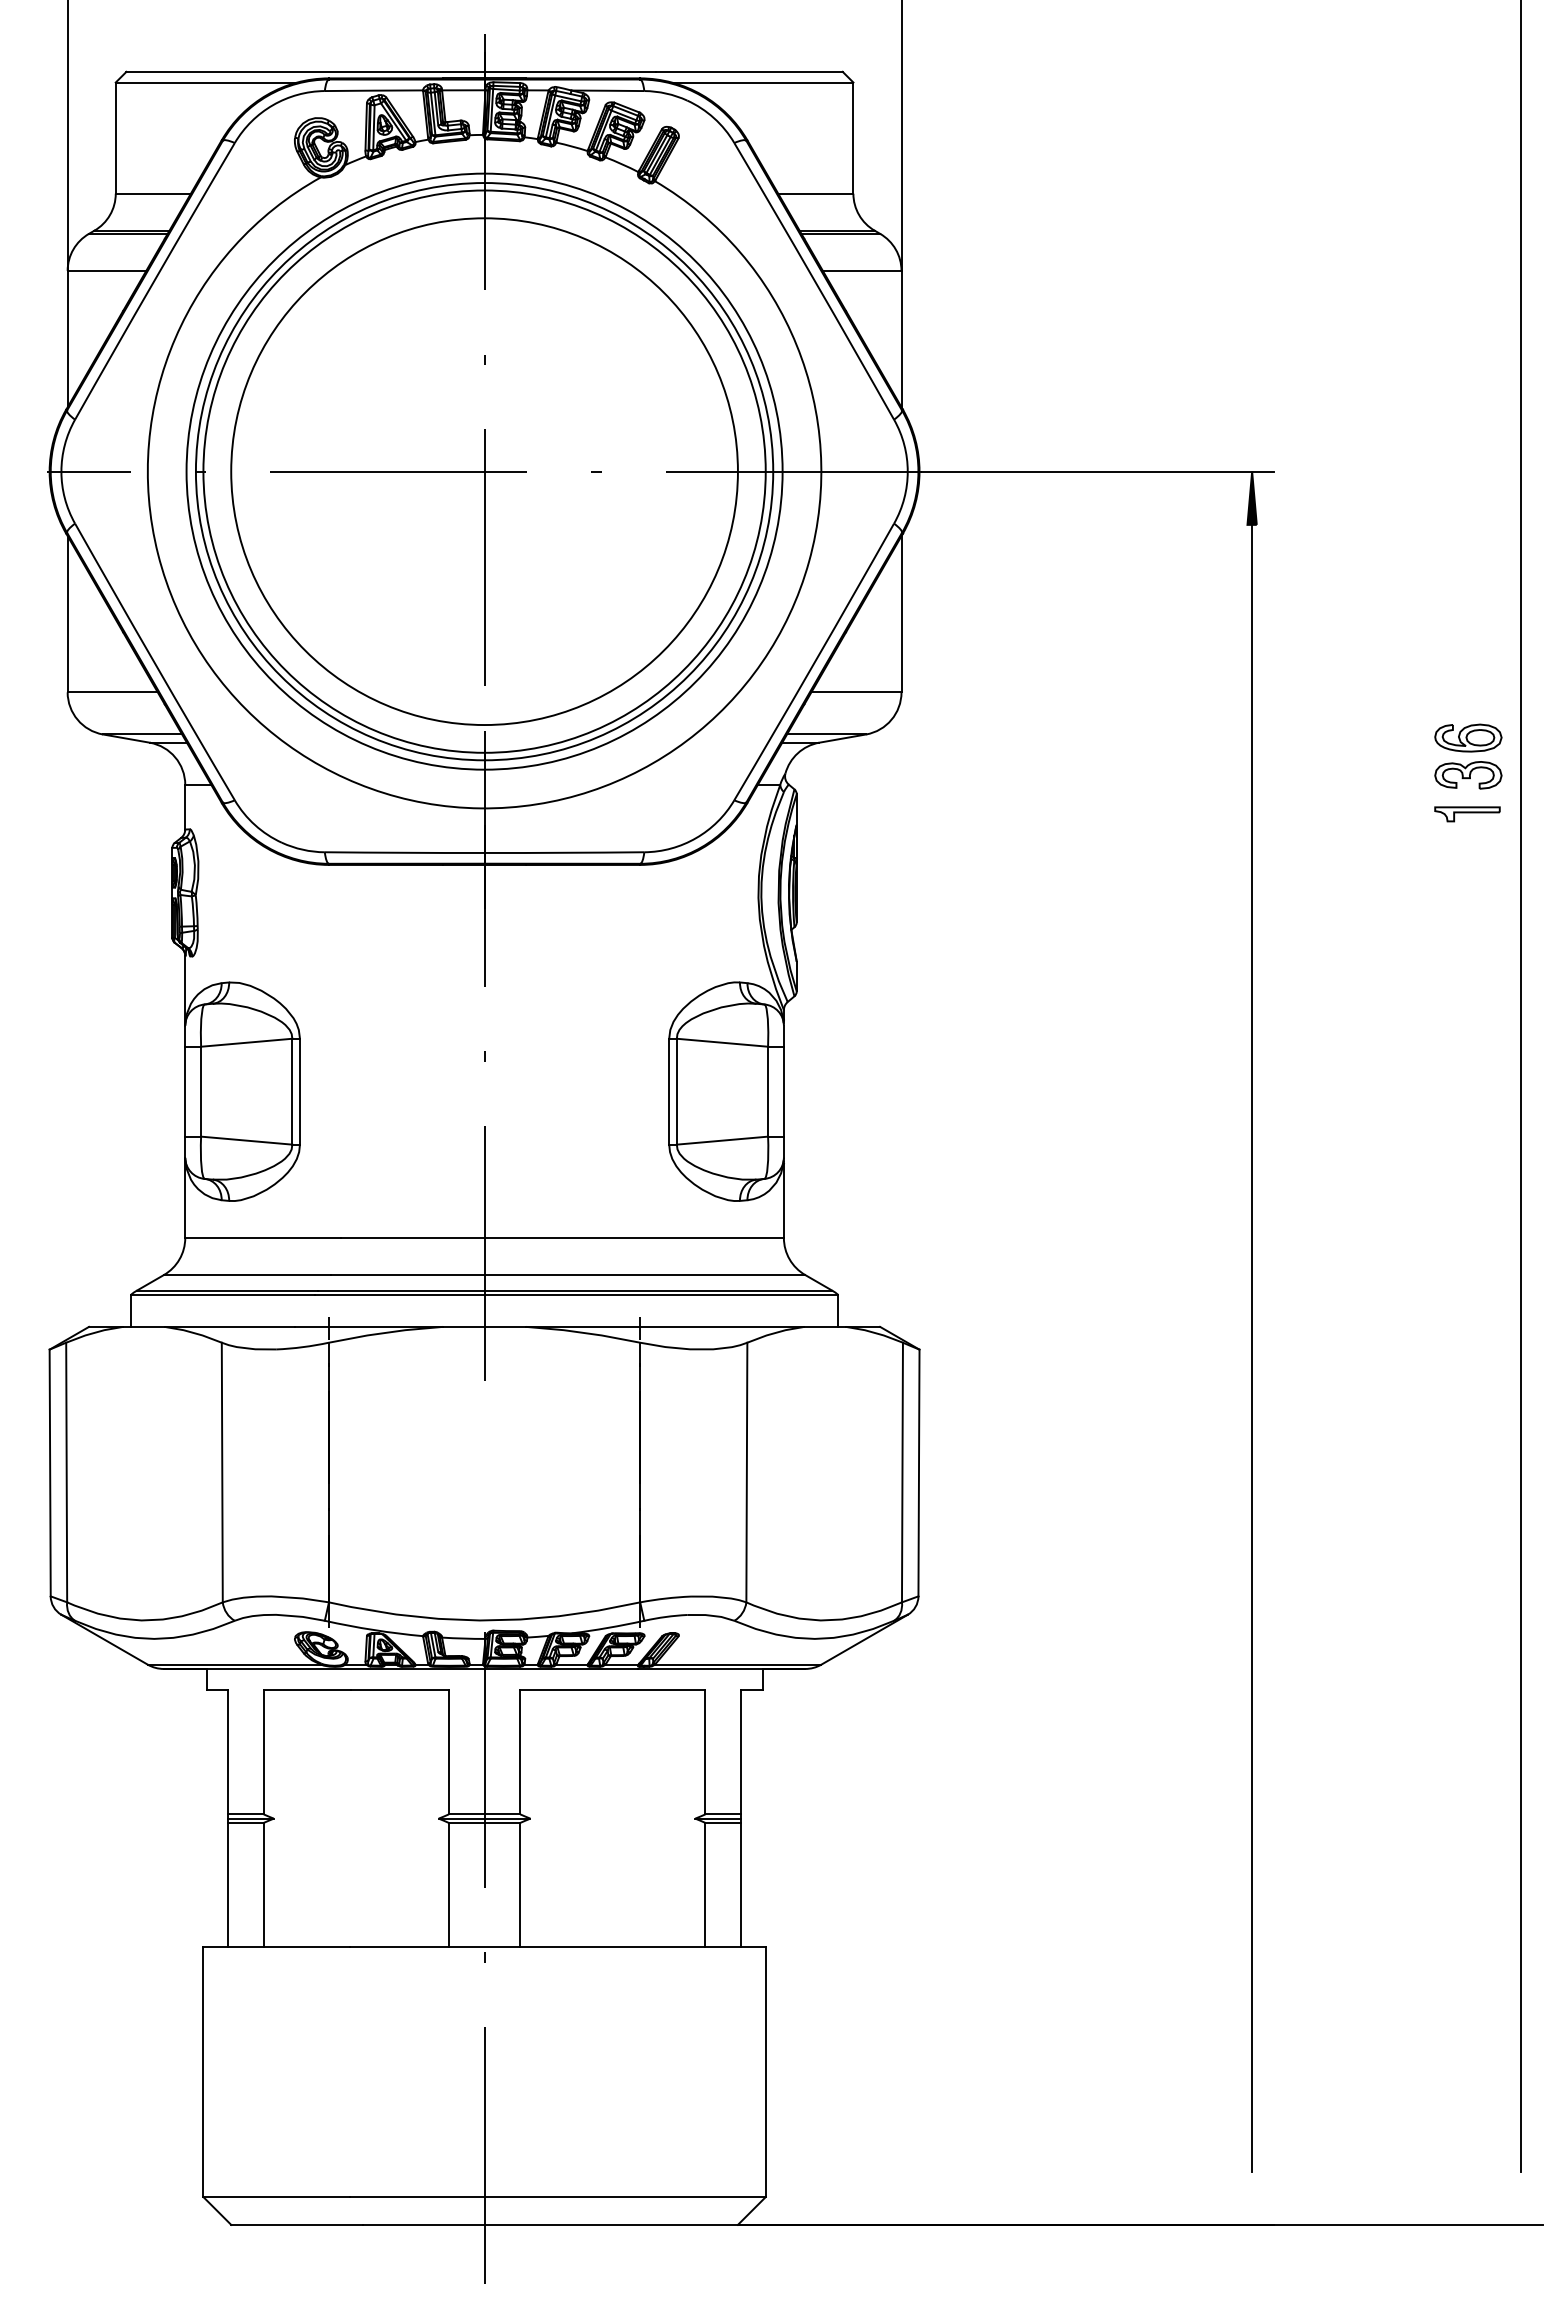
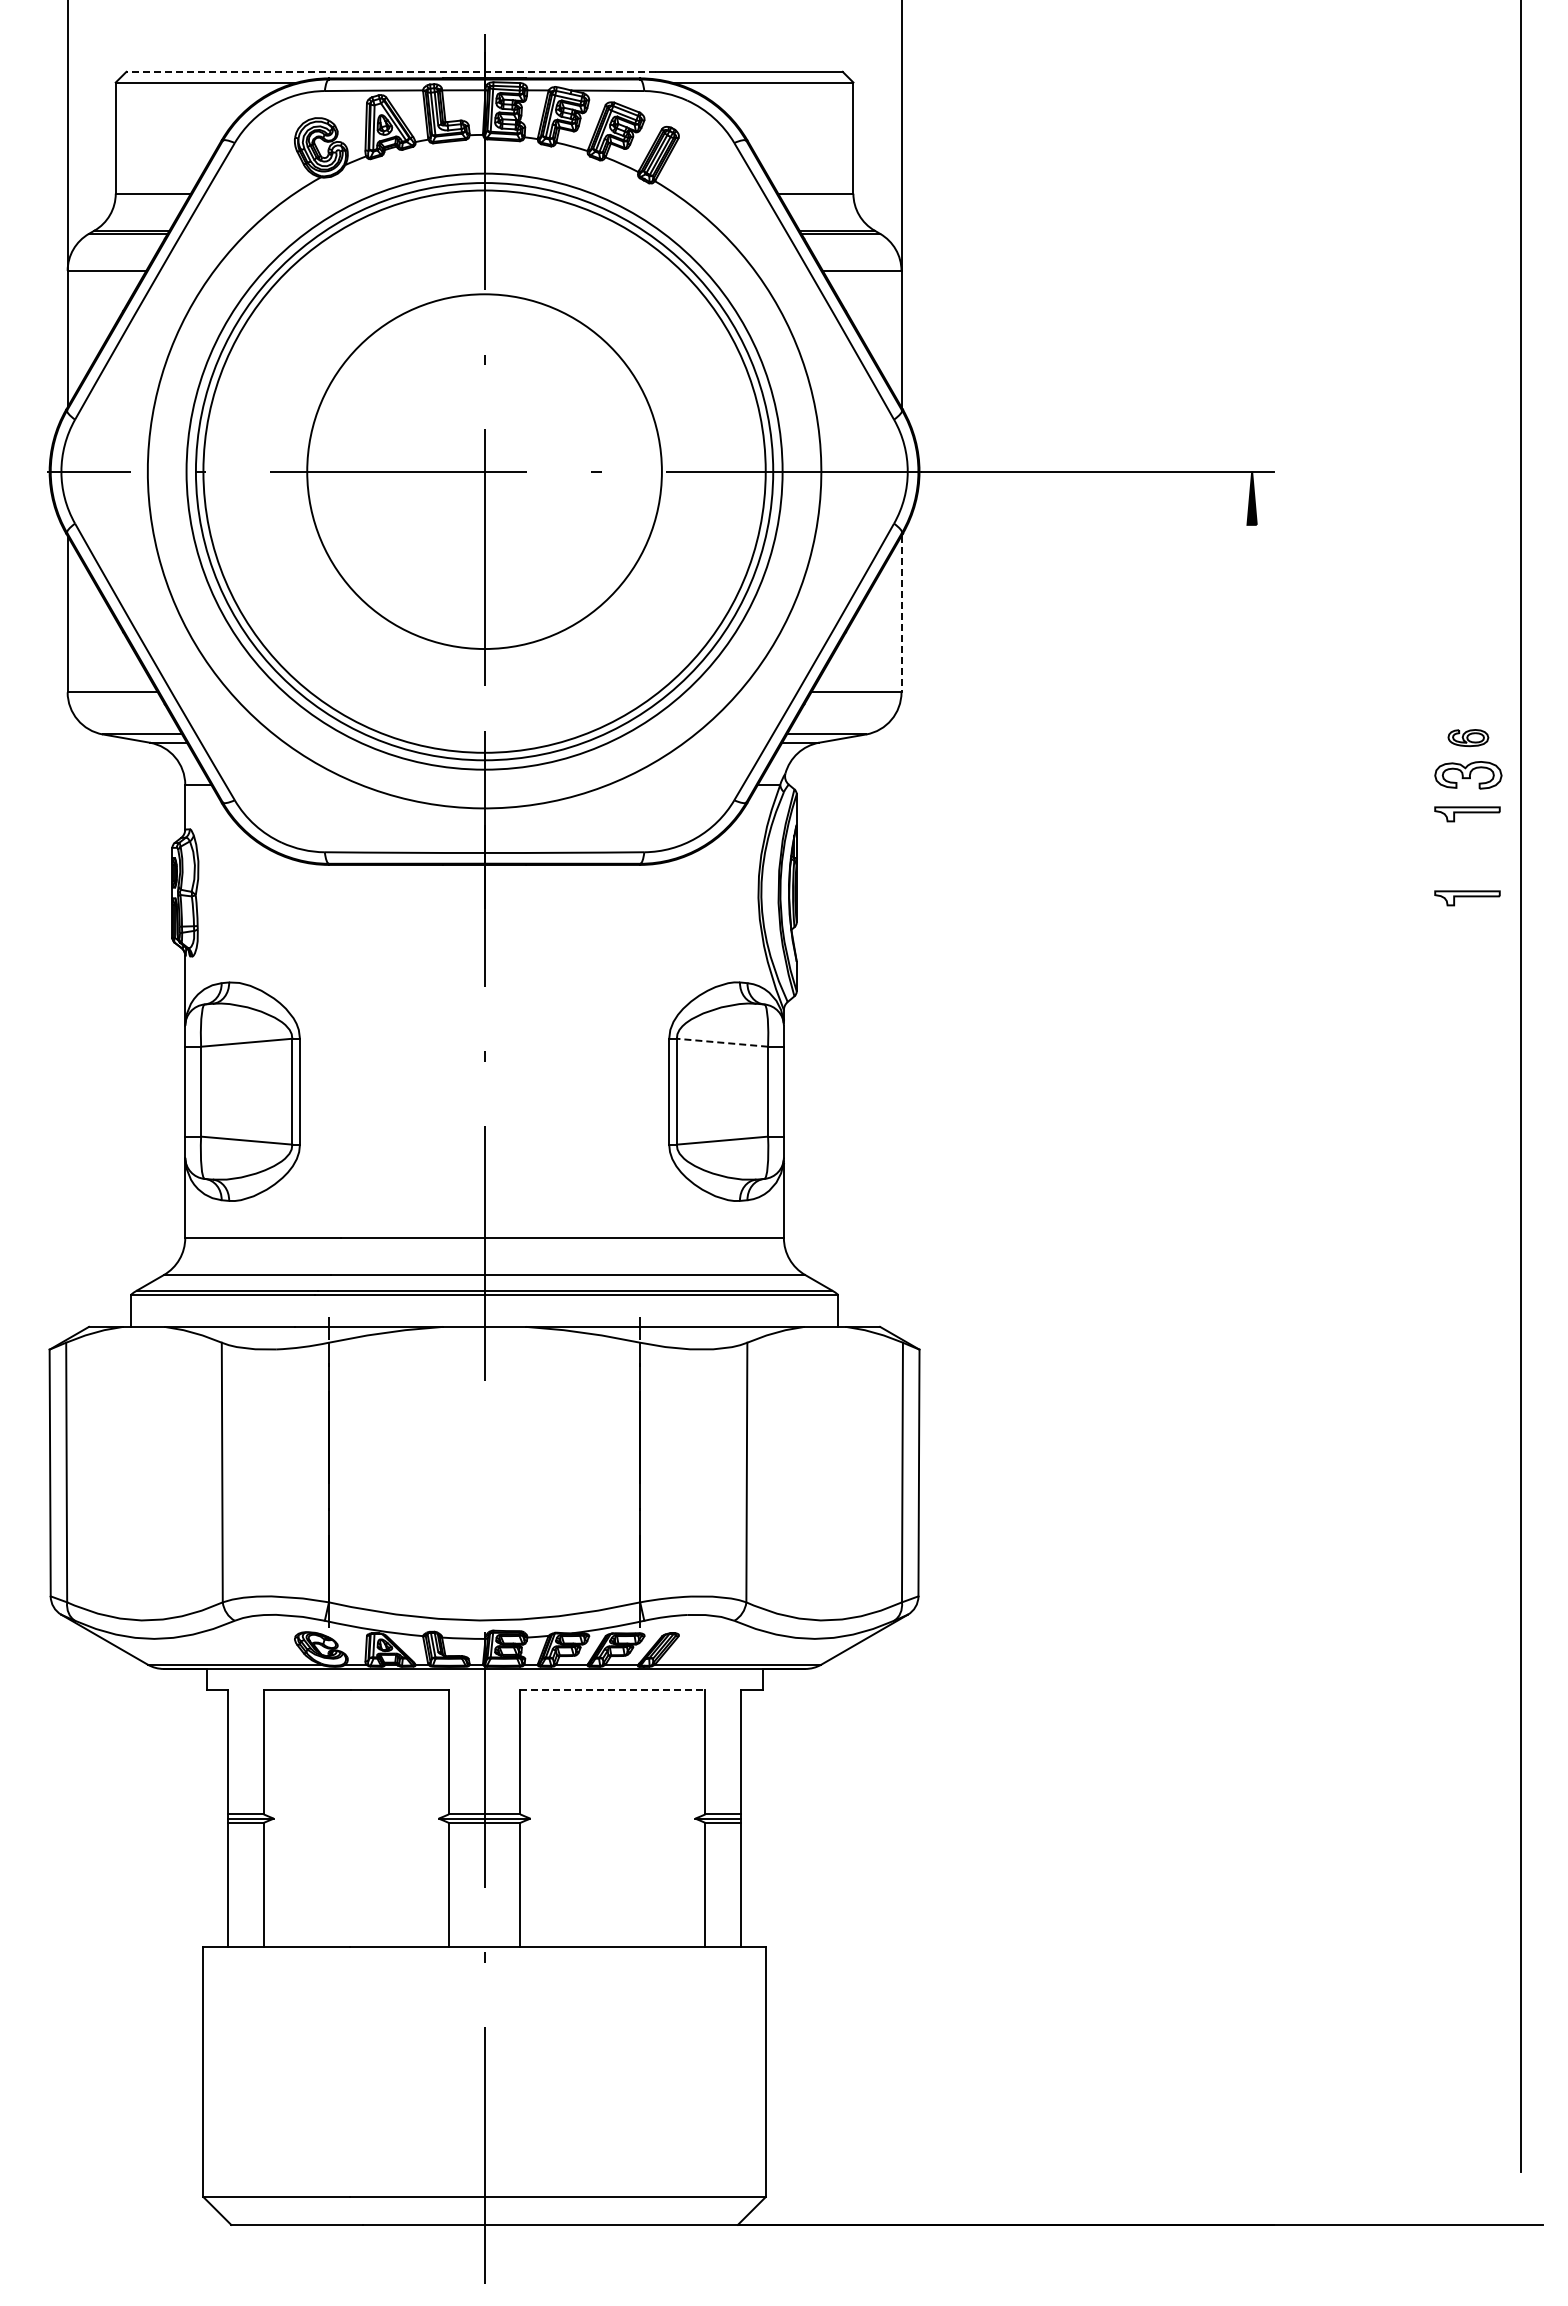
line at (391, 71): solid -> dashed
circle at (484, 471) diameter: 507 px -> 355 px
line at (901, 614): solid -> dashed
part at (1468, 737) size: 69x30 px -> 43x19 px
part at (1467, 898): none -> present
line at (722, 1042): solid -> dashed
line at (1252, 1347): present -> none
line at (612, 1690): solid -> dashed
